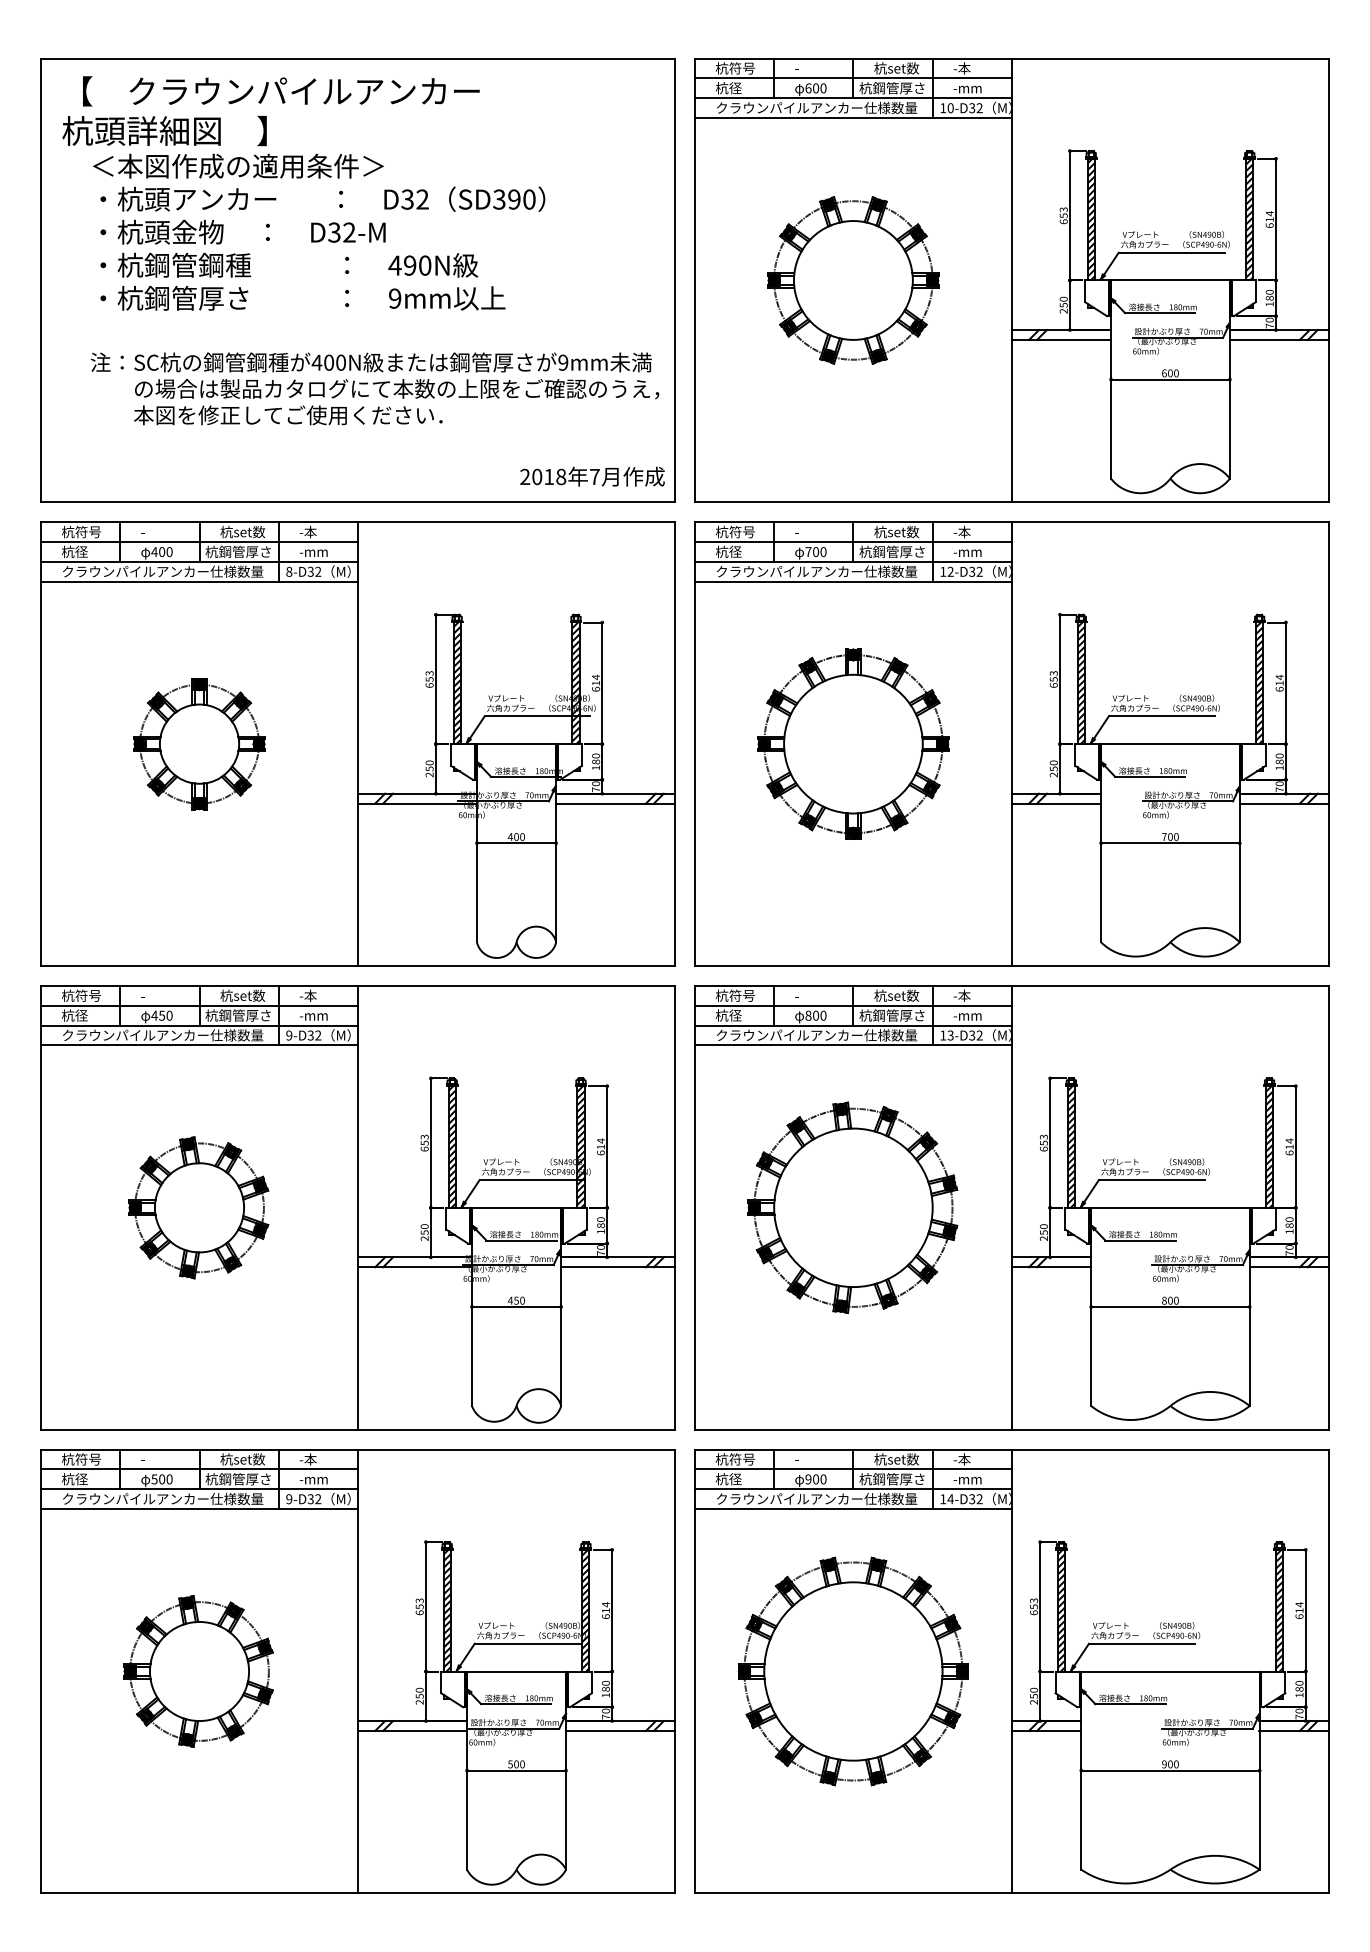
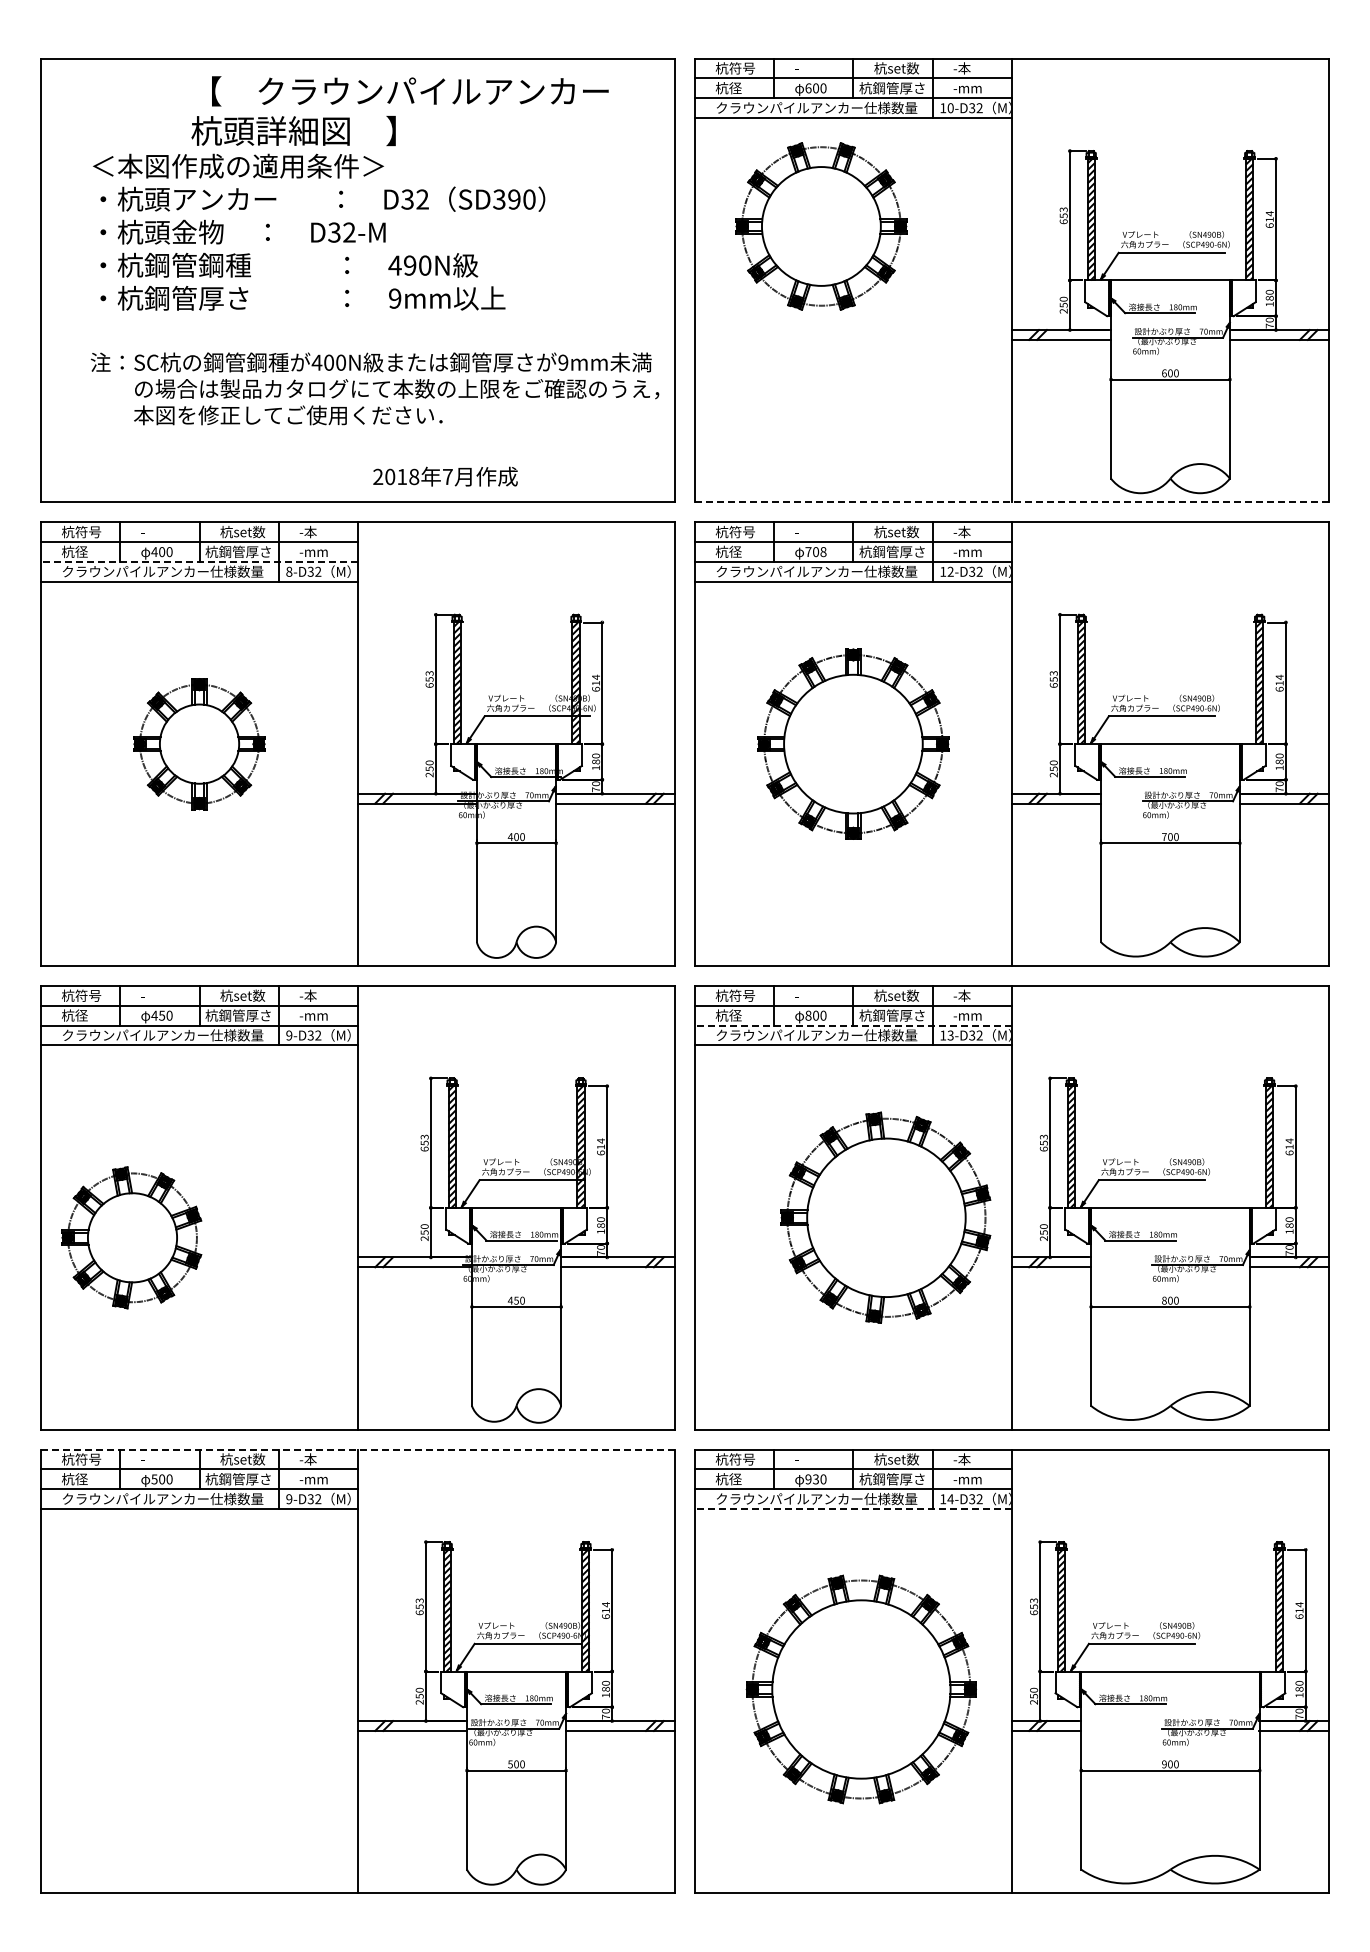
text at (270, 111) position: (270, 111) -> (399, 111)
part at (853, 280) position: (853, 280) -> (821, 226)
text at (592, 476) position: (592, 476) -> (445, 476)
line at (1011, 502): solid -> dashed
text at (823, 551): 700 -> 708
line at (199, 561): solid -> dashed
line at (853, 1025): solid -> dashed
part at (198, 1207) position: (198, 1207) -> (131, 1237)
part at (852, 1207) position: (852, 1207) -> (885, 1217)
line at (357, 1449): solid -> dashed
text at (816, 1479): 900 -> 930
line at (853, 1509): solid -> dashed
part at (198, 1671): present -> none
part at (852, 1671) position: (852, 1671) -> (860, 1689)
